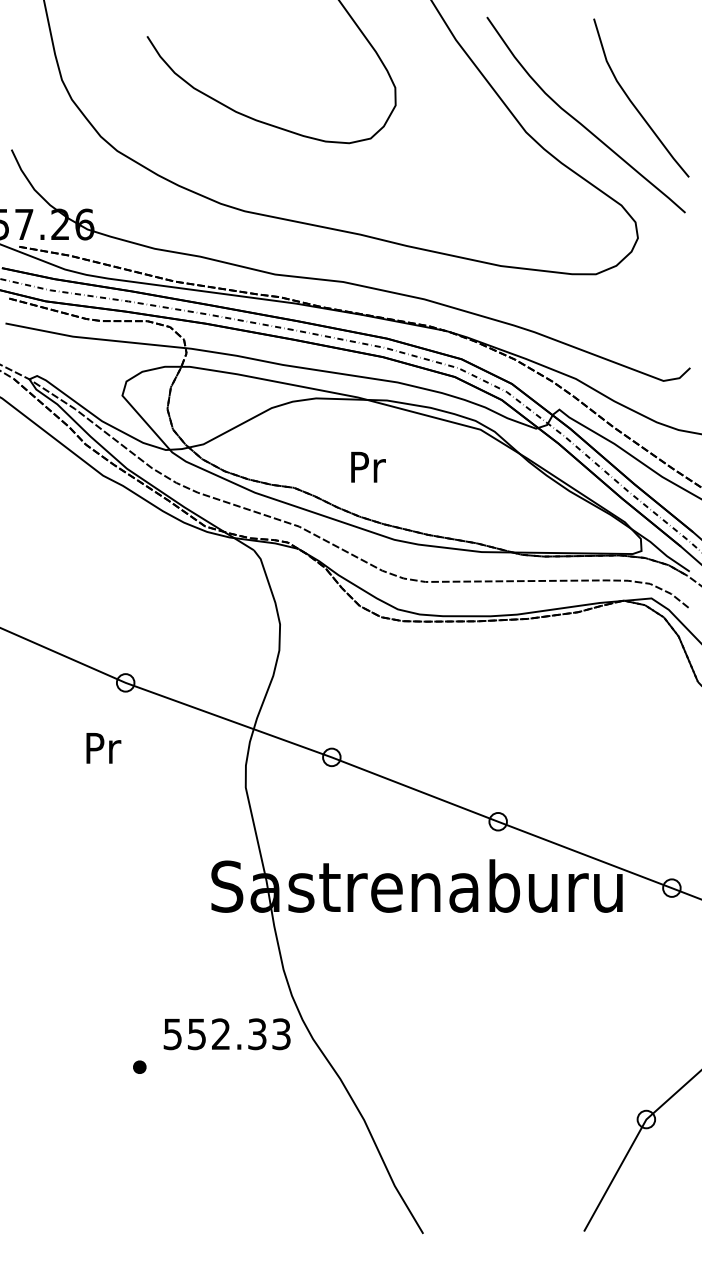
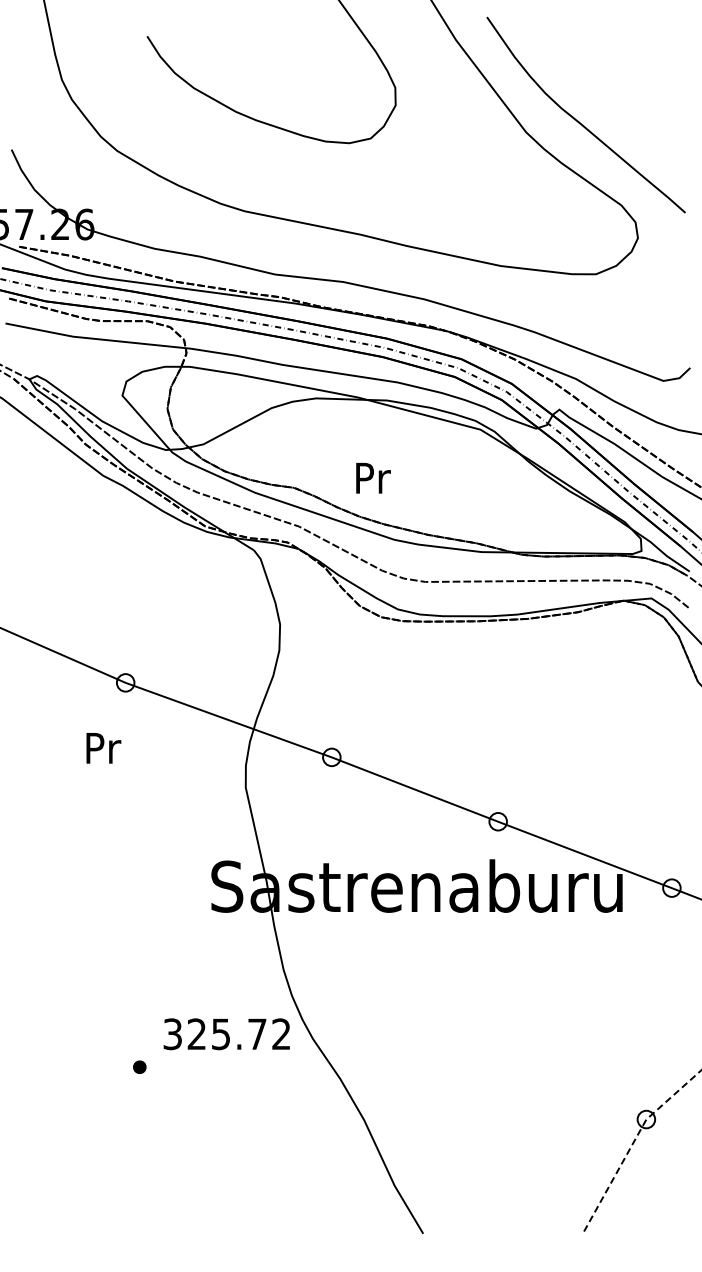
curve at (632, 101): present -> none
text at (368, 466) position: (368, 466) -> (373, 477)
text at (227, 1034): 552.33 -> 325.72
line at (633, 1142): solid -> dashed
